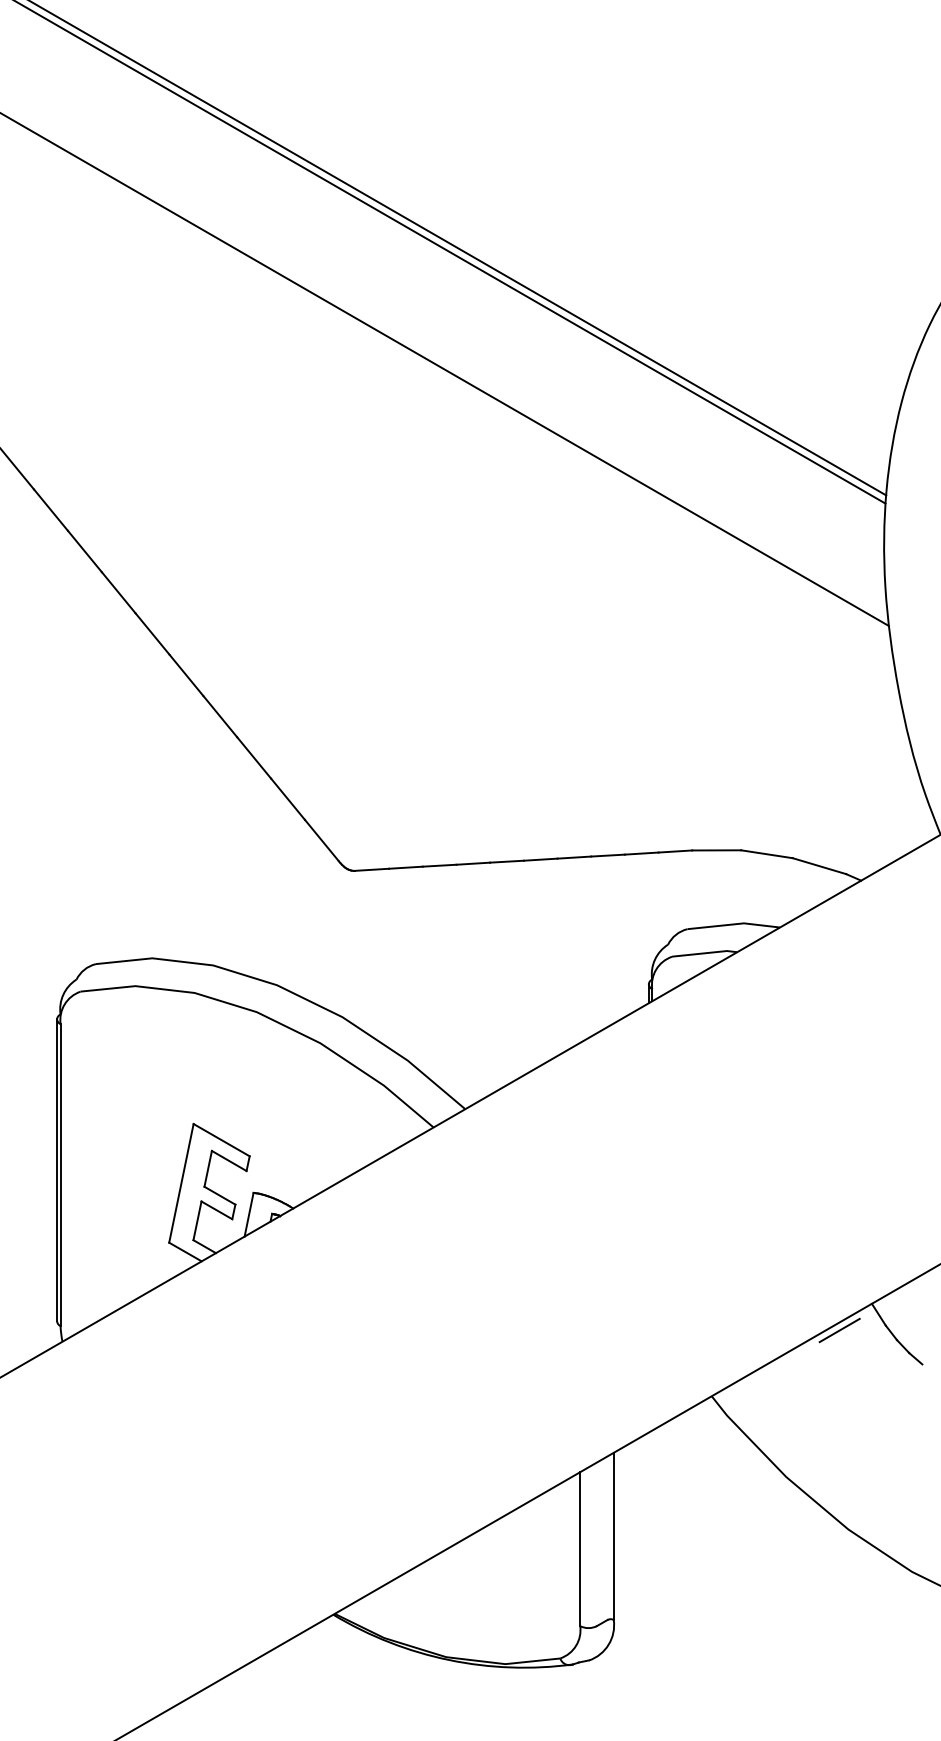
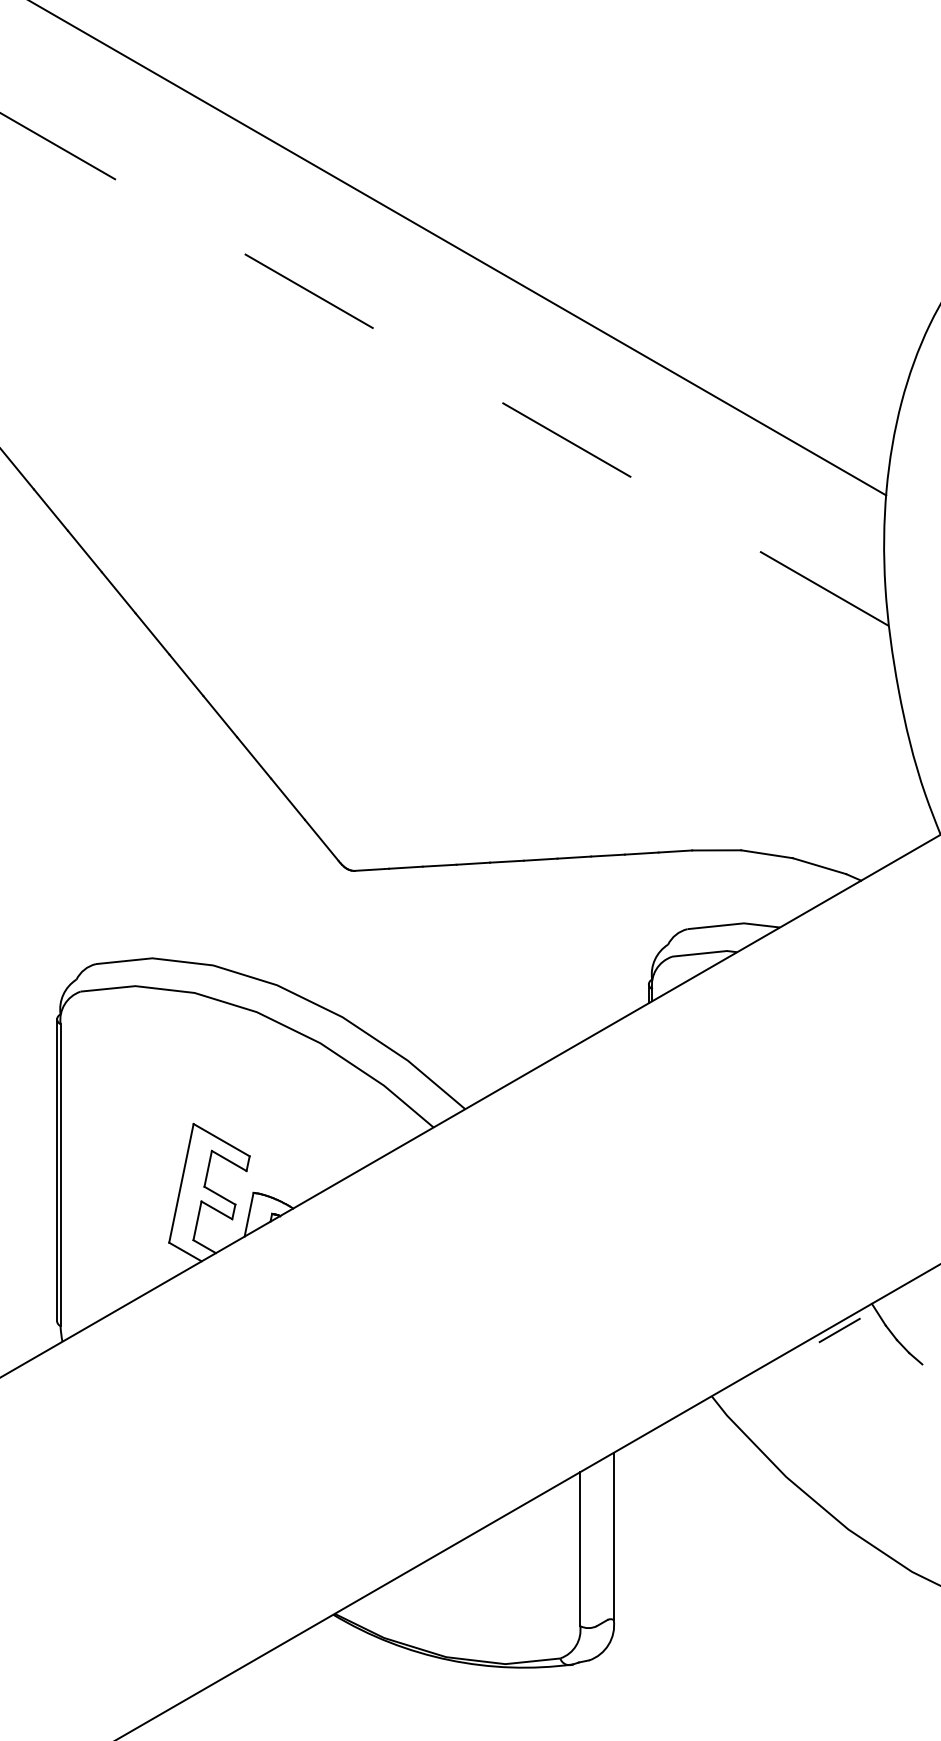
line at (450, 252): present -> none
line at (444, 369): solid -> dashed
